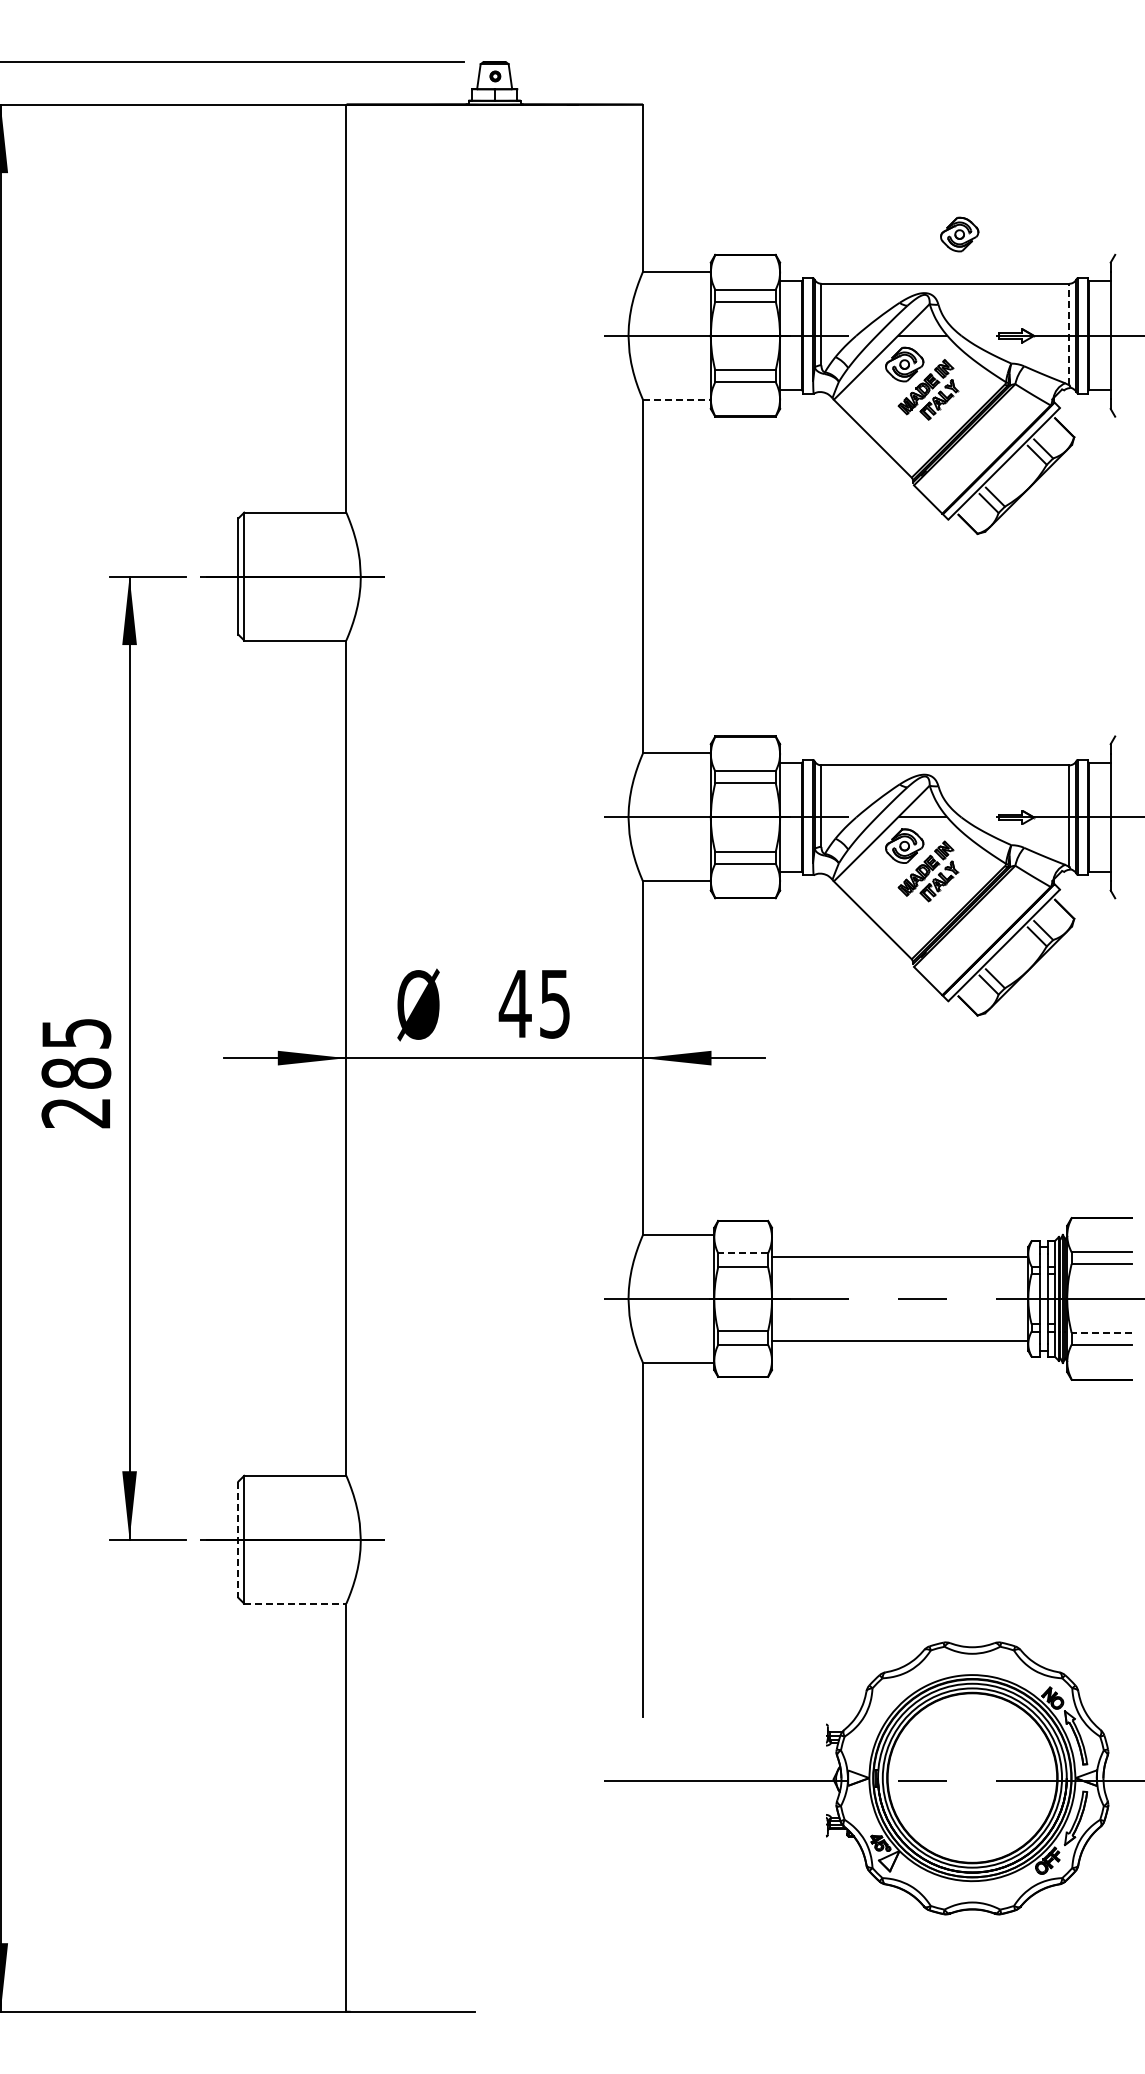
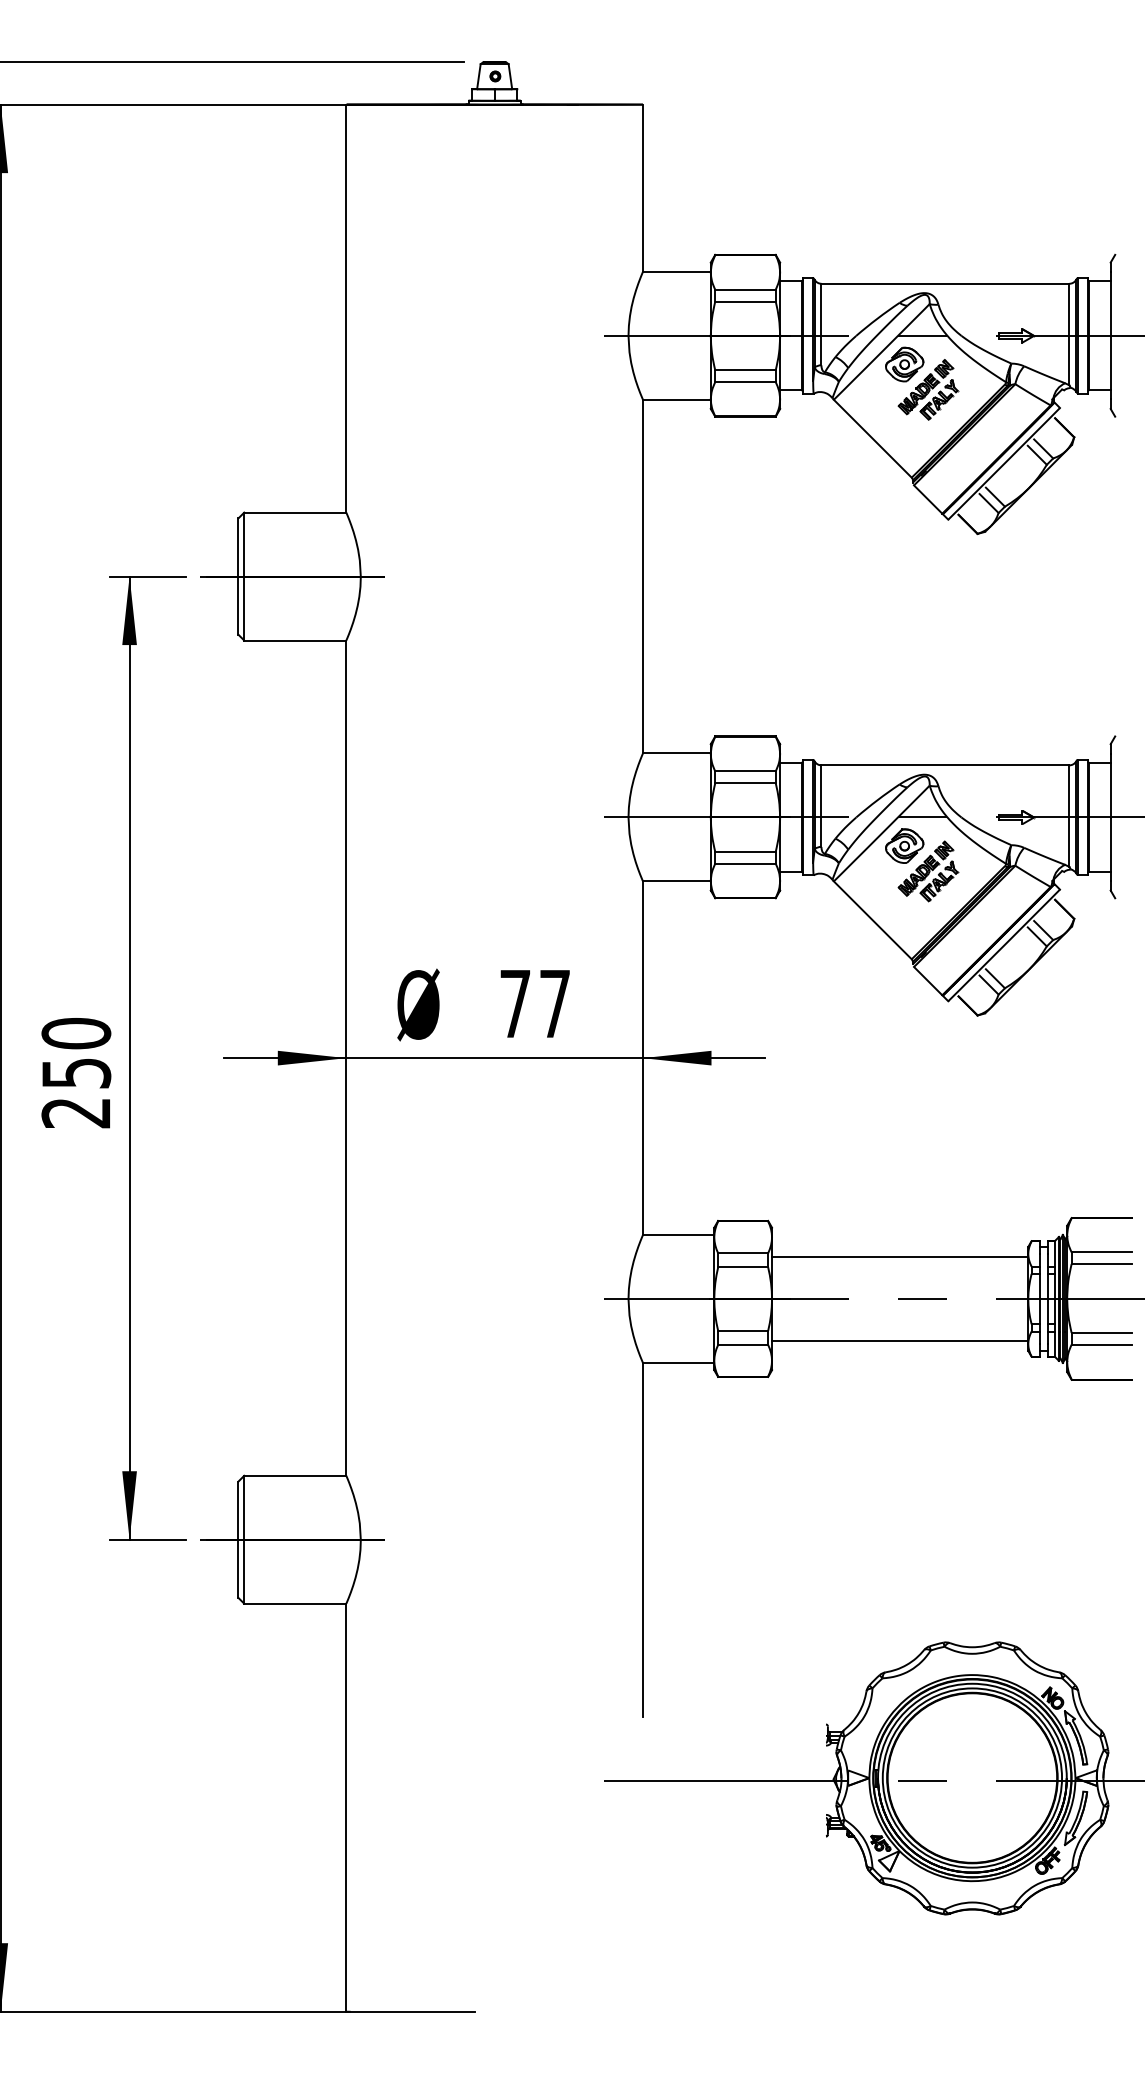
part at (959, 234): present -> none
line at (1069, 334): dashed -> solid
line at (676, 399): dashed -> solid
text at (533, 1004): 45 -> 77
text at (76, 1053): 285 -> 250
line at (742, 1253): dashed -> solid
line at (1101, 1332): dashed -> solid
line at (238, 1540): dashed -> solid
line at (295, 1603): dashed -> solid
